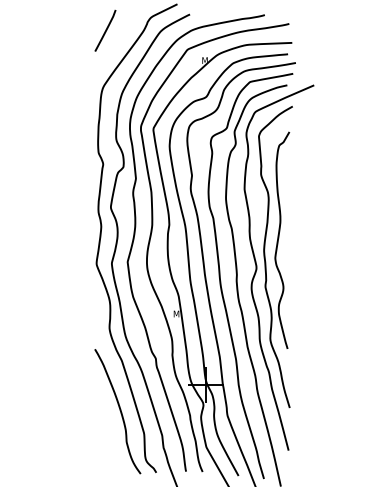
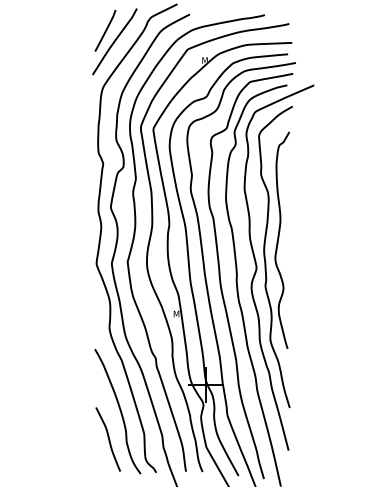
curve at (114, 41): none -> present
curve at (108, 439): none -> present
